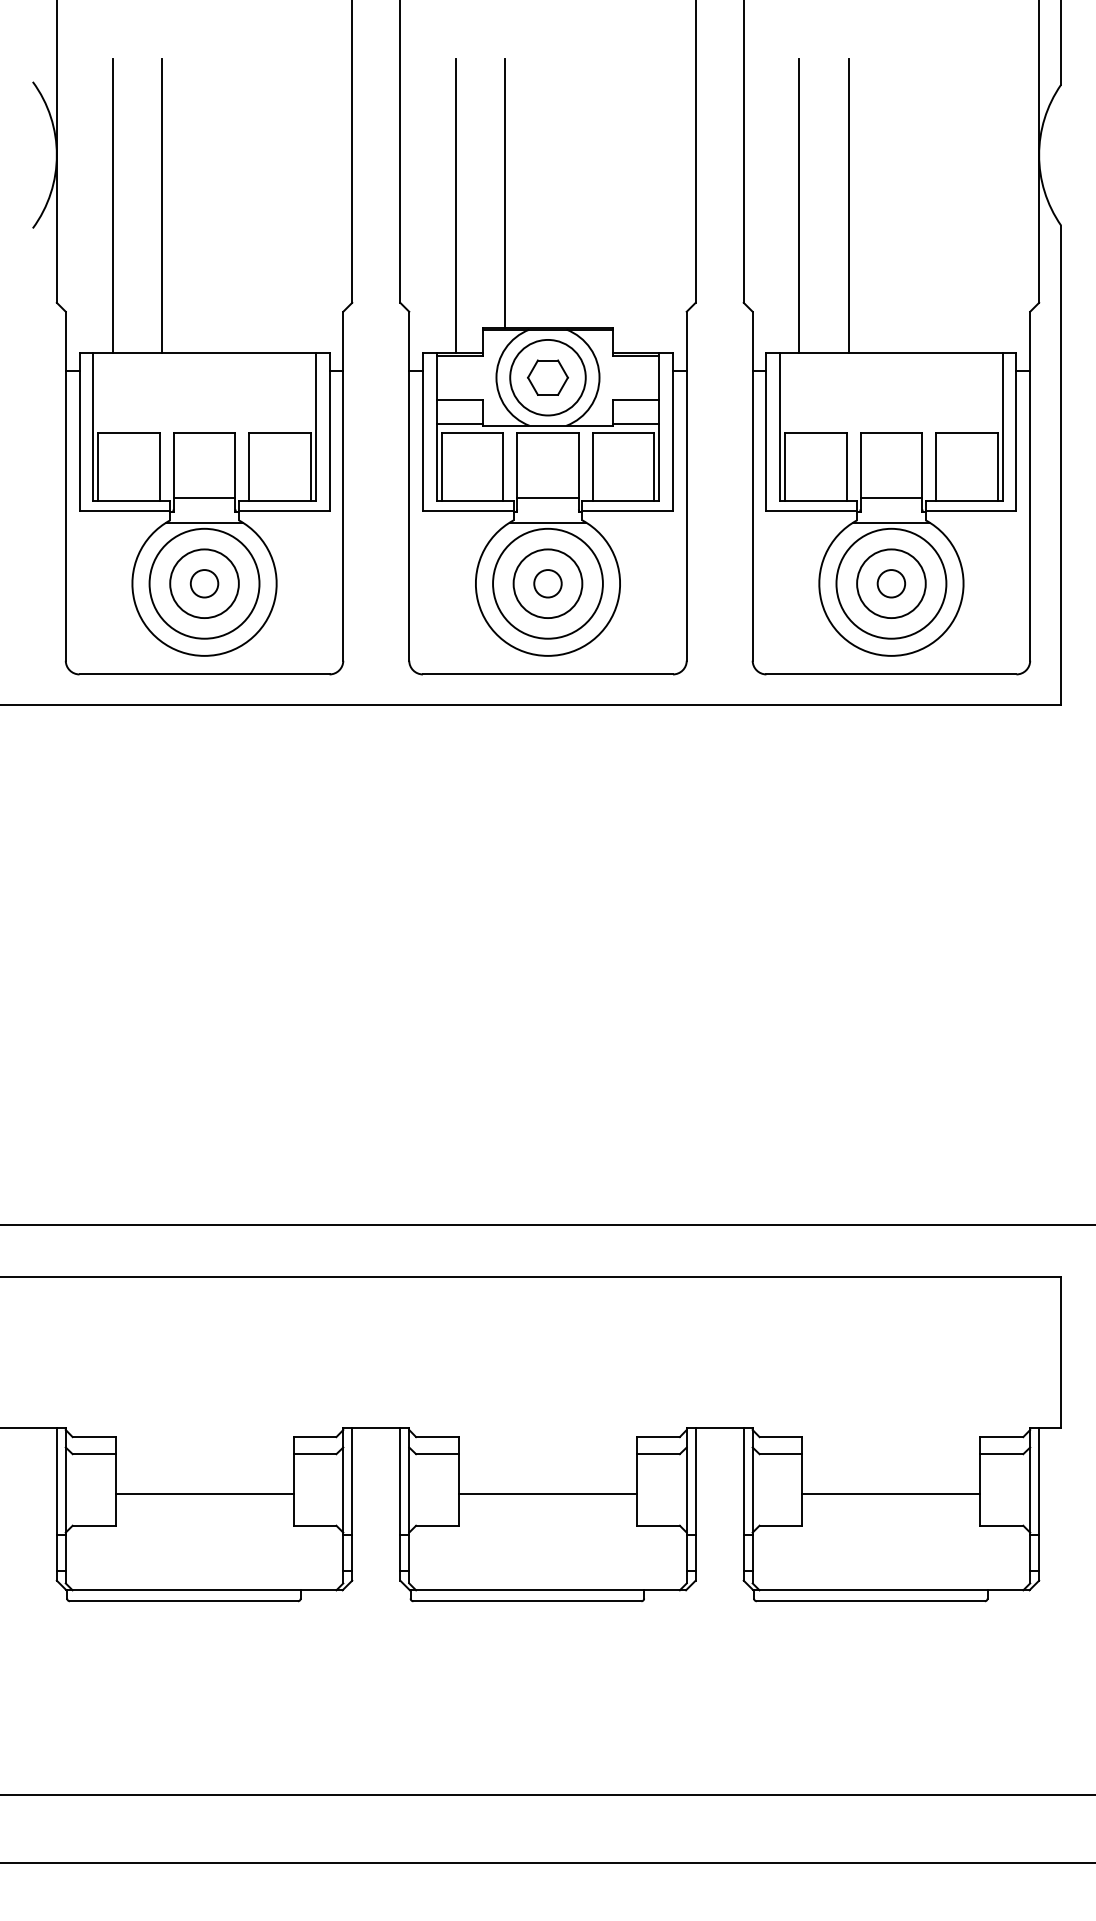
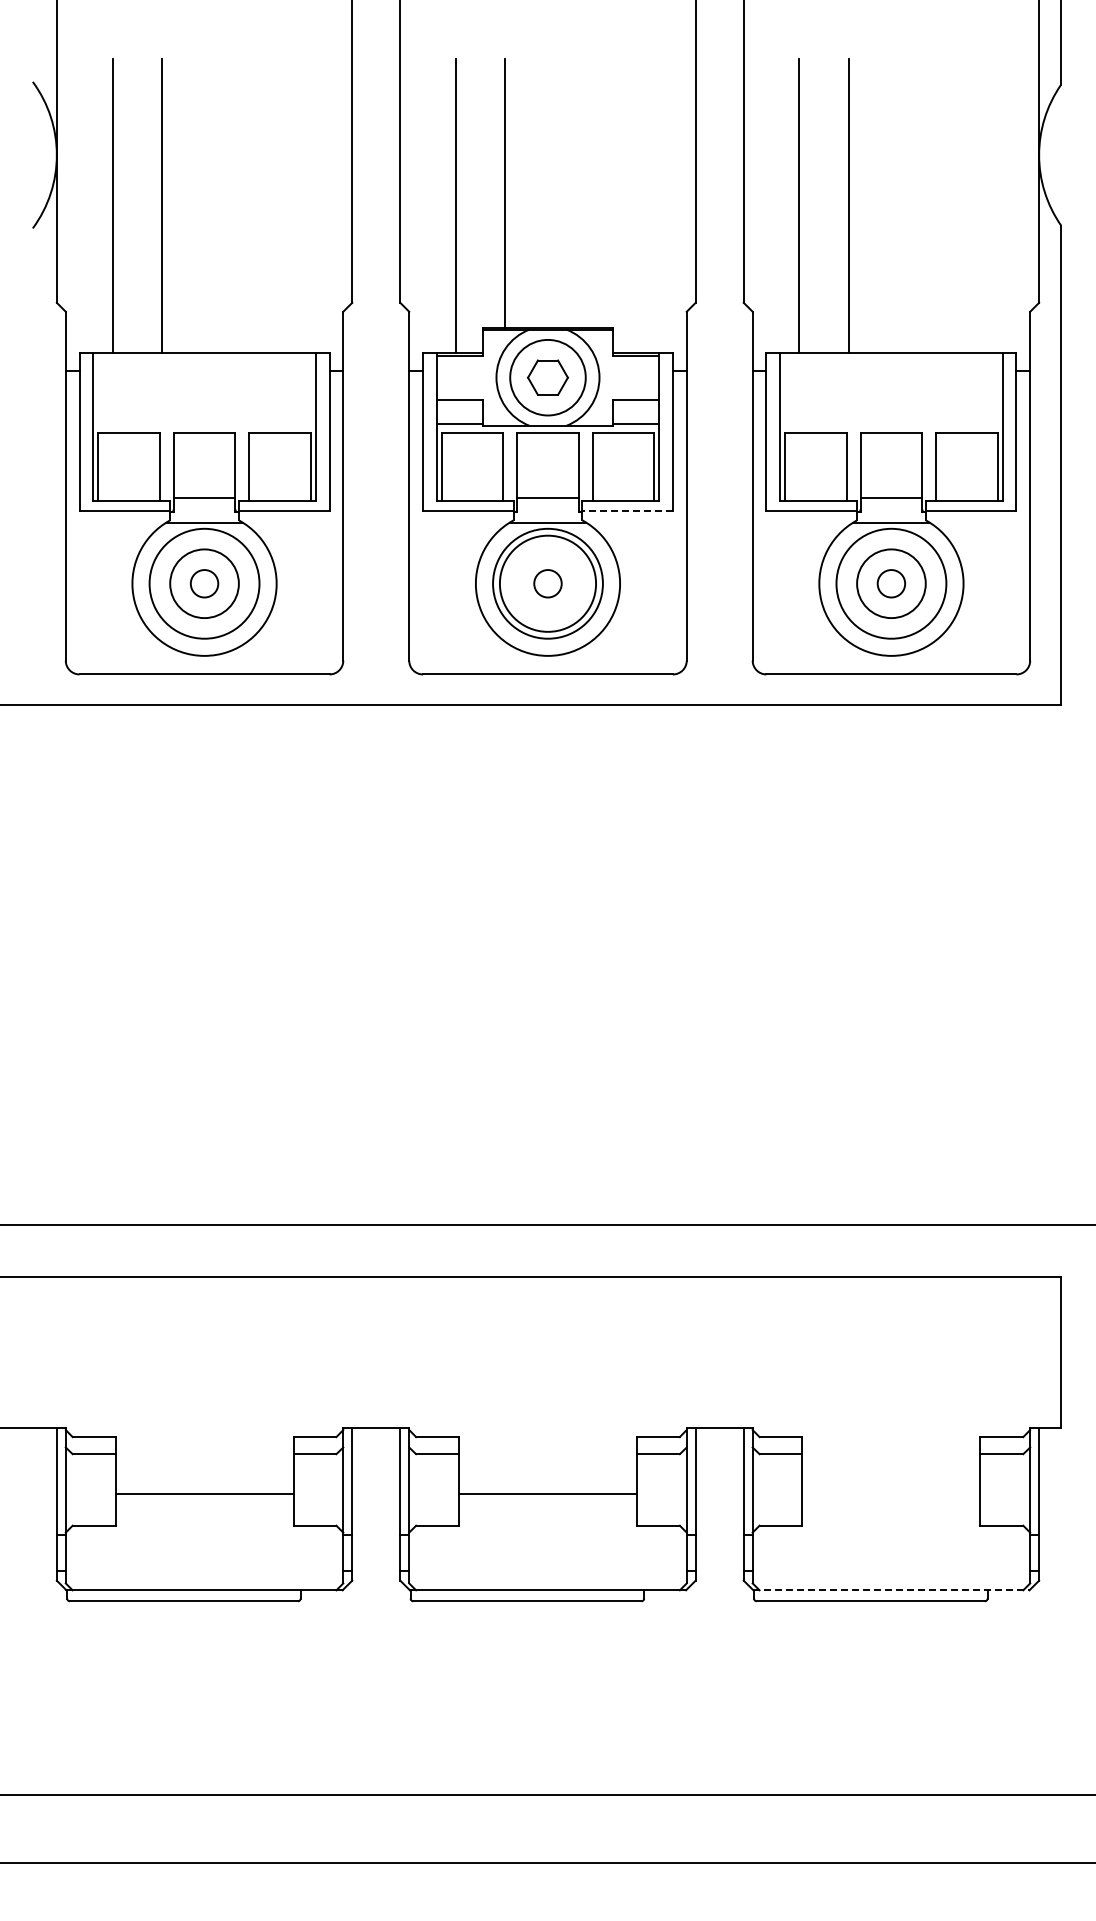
line at (627, 510): solid -> dashed
circle at (547, 583) diameter: 69 px -> 96 px
line at (891, 1494): present -> none
line at (891, 1590): solid -> dashed
